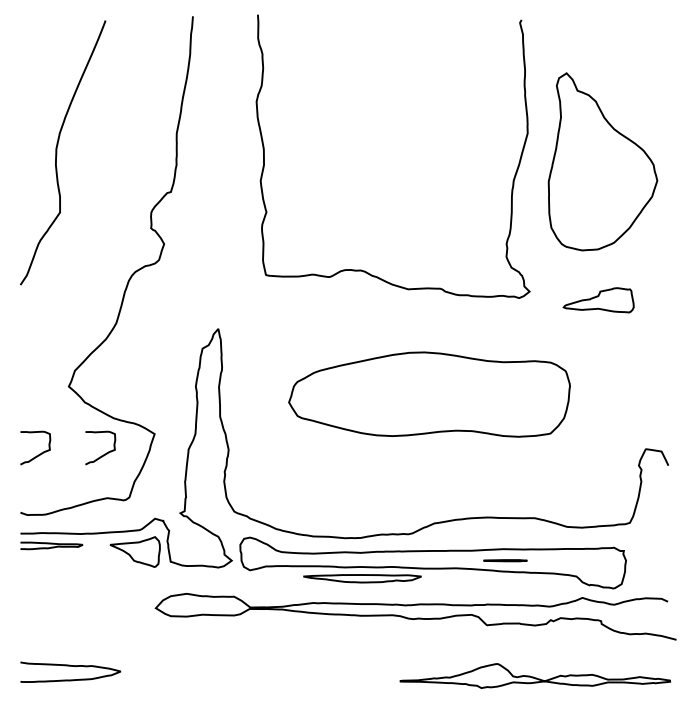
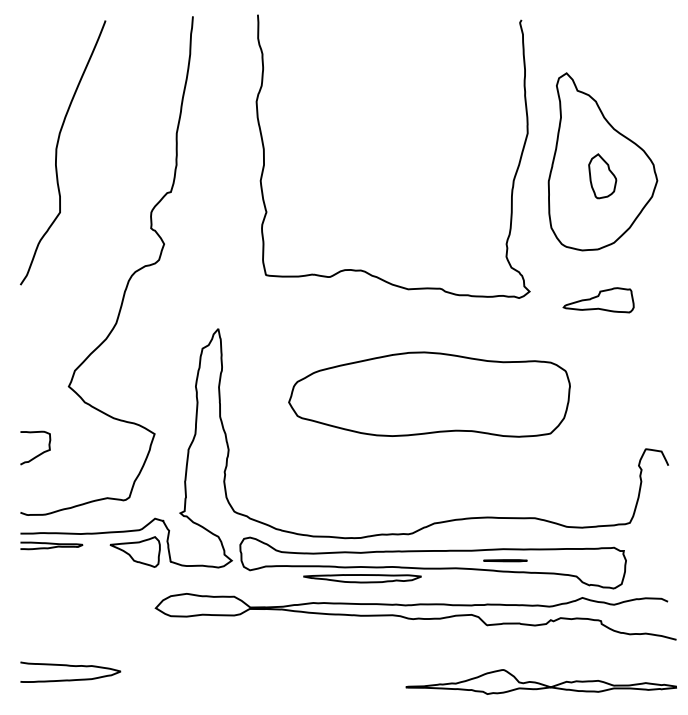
part at (602, 176): none -> present
curve at (104, 453): present -> none
curve at (533, 676) position: (533, 676) -> (539, 682)
